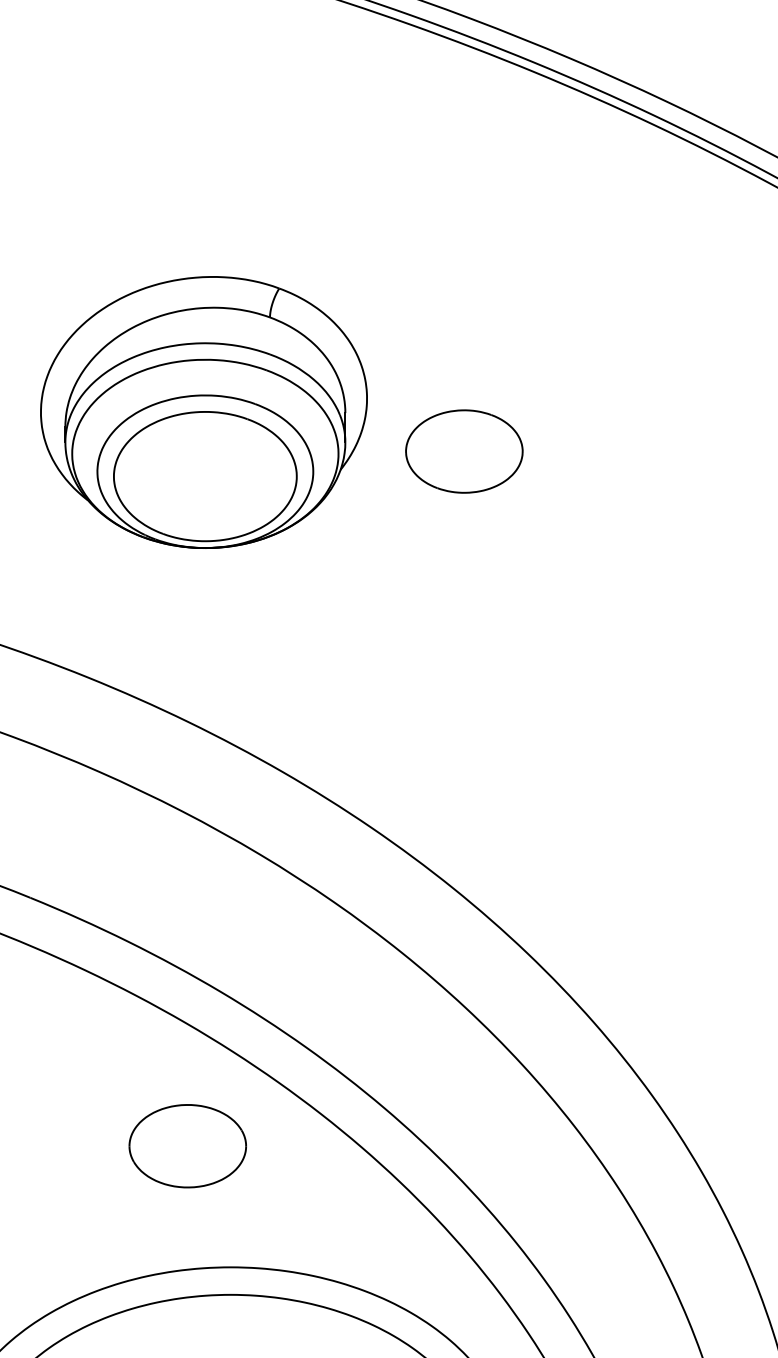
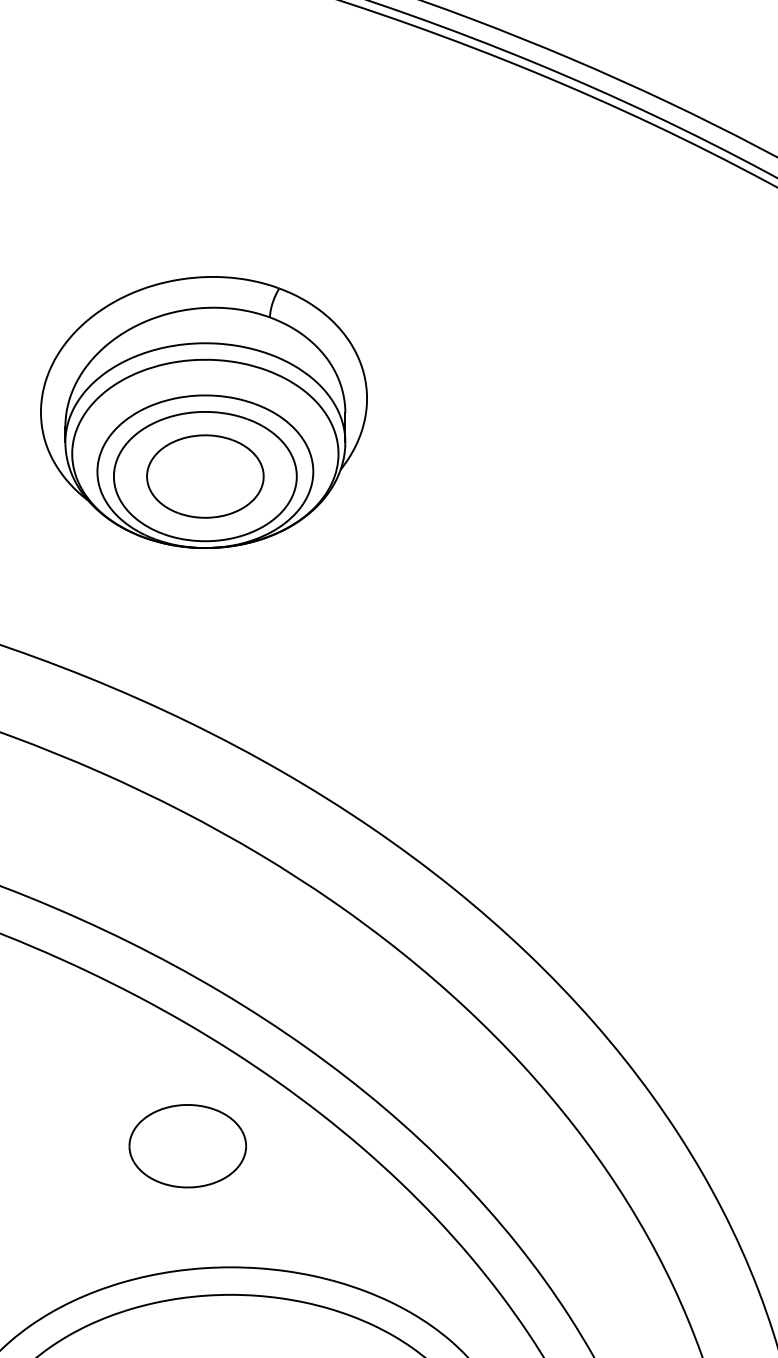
part at (464, 451) position: (464, 451) -> (205, 476)
